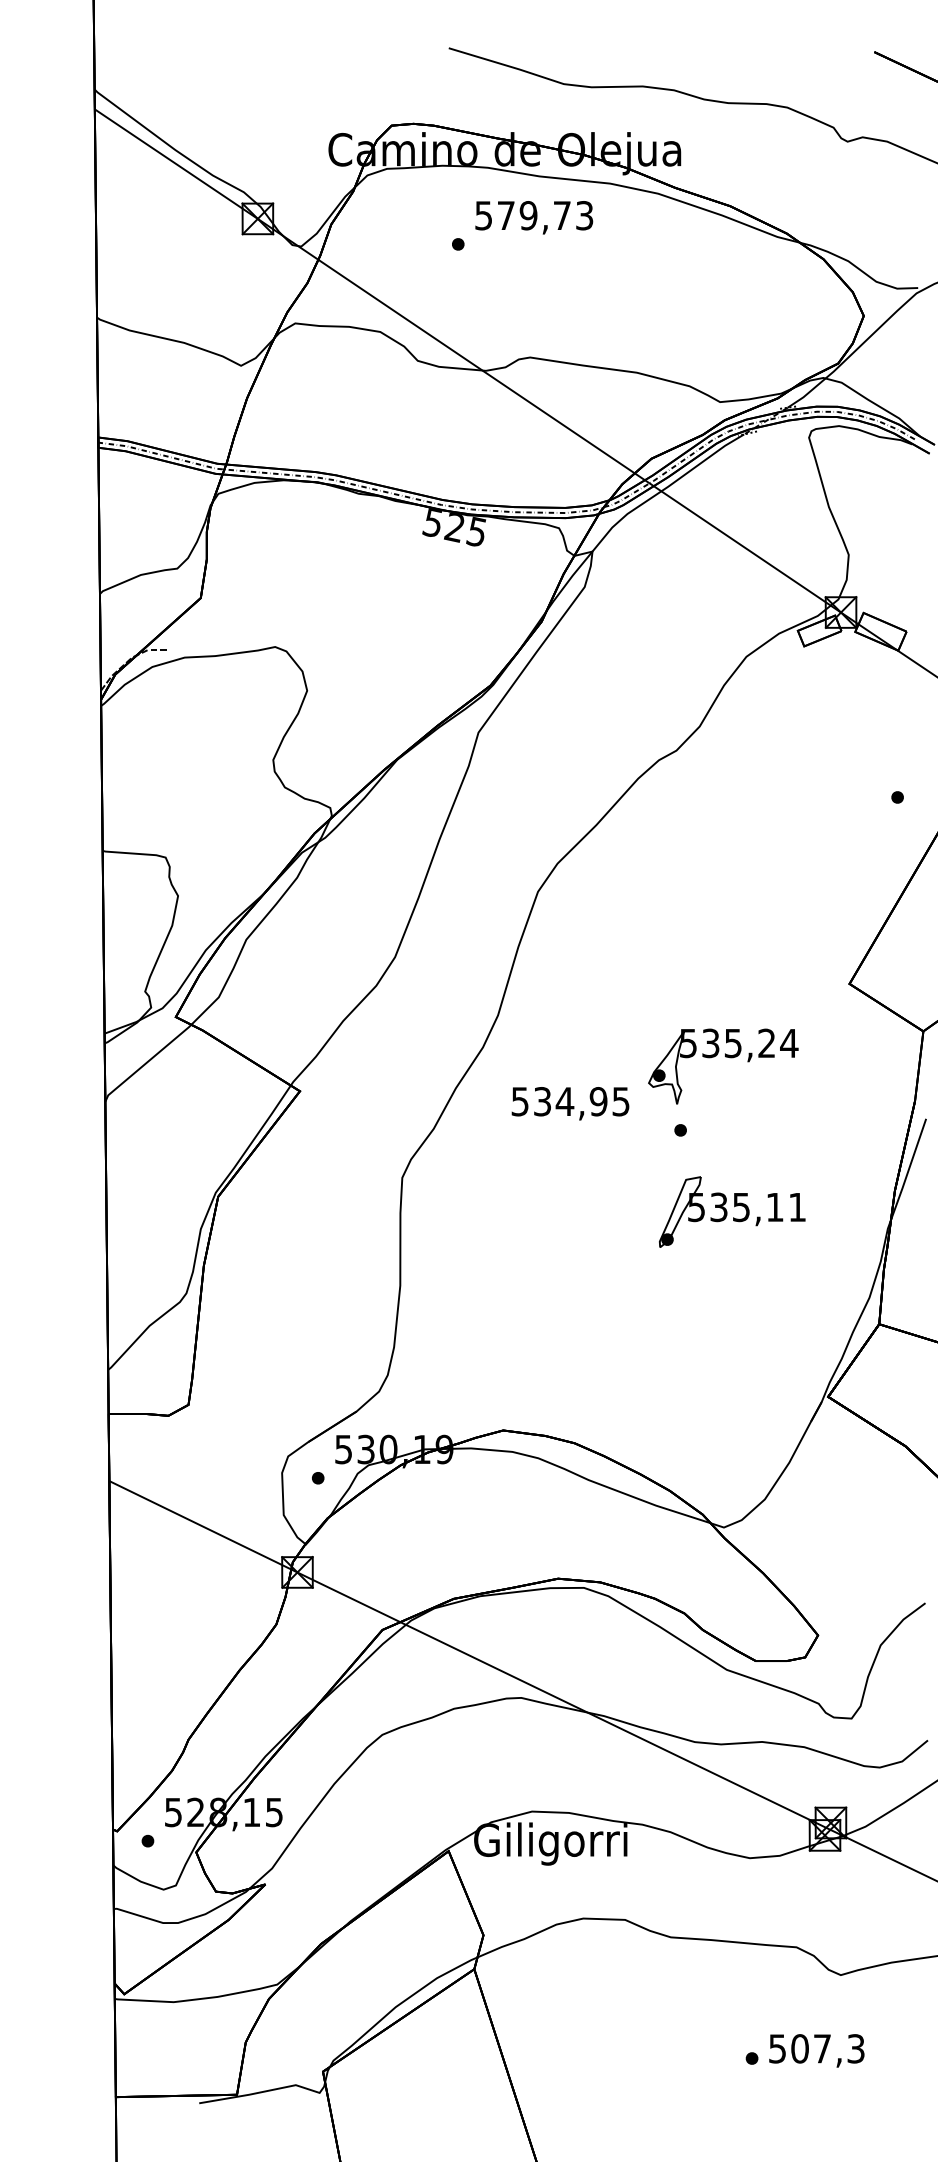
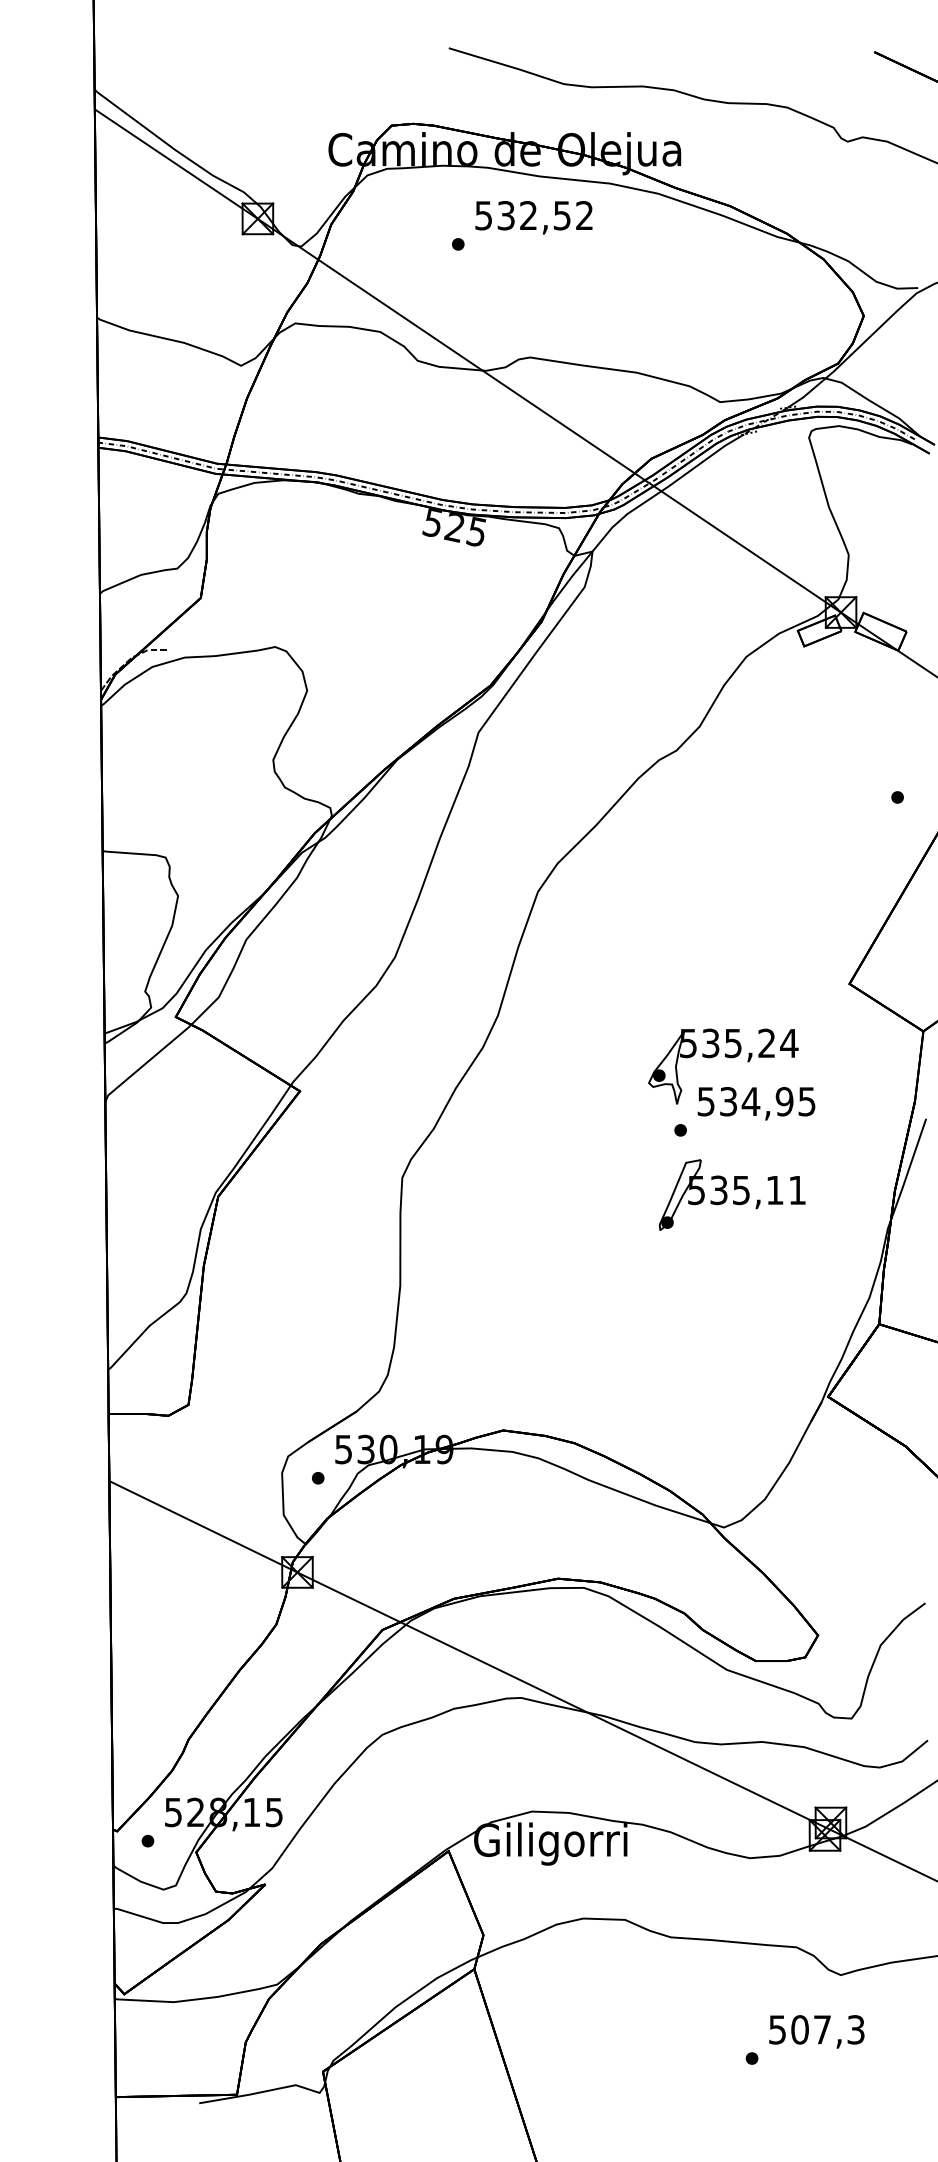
text at (545, 215): 579,73 -> 532,52
text at (570, 1103) position: (570, 1103) -> (756, 1103)
part at (732, 1211) position: (732, 1211) -> (732, 1194)
text at (816, 2050) position: (816, 2050) -> (816, 2031)
